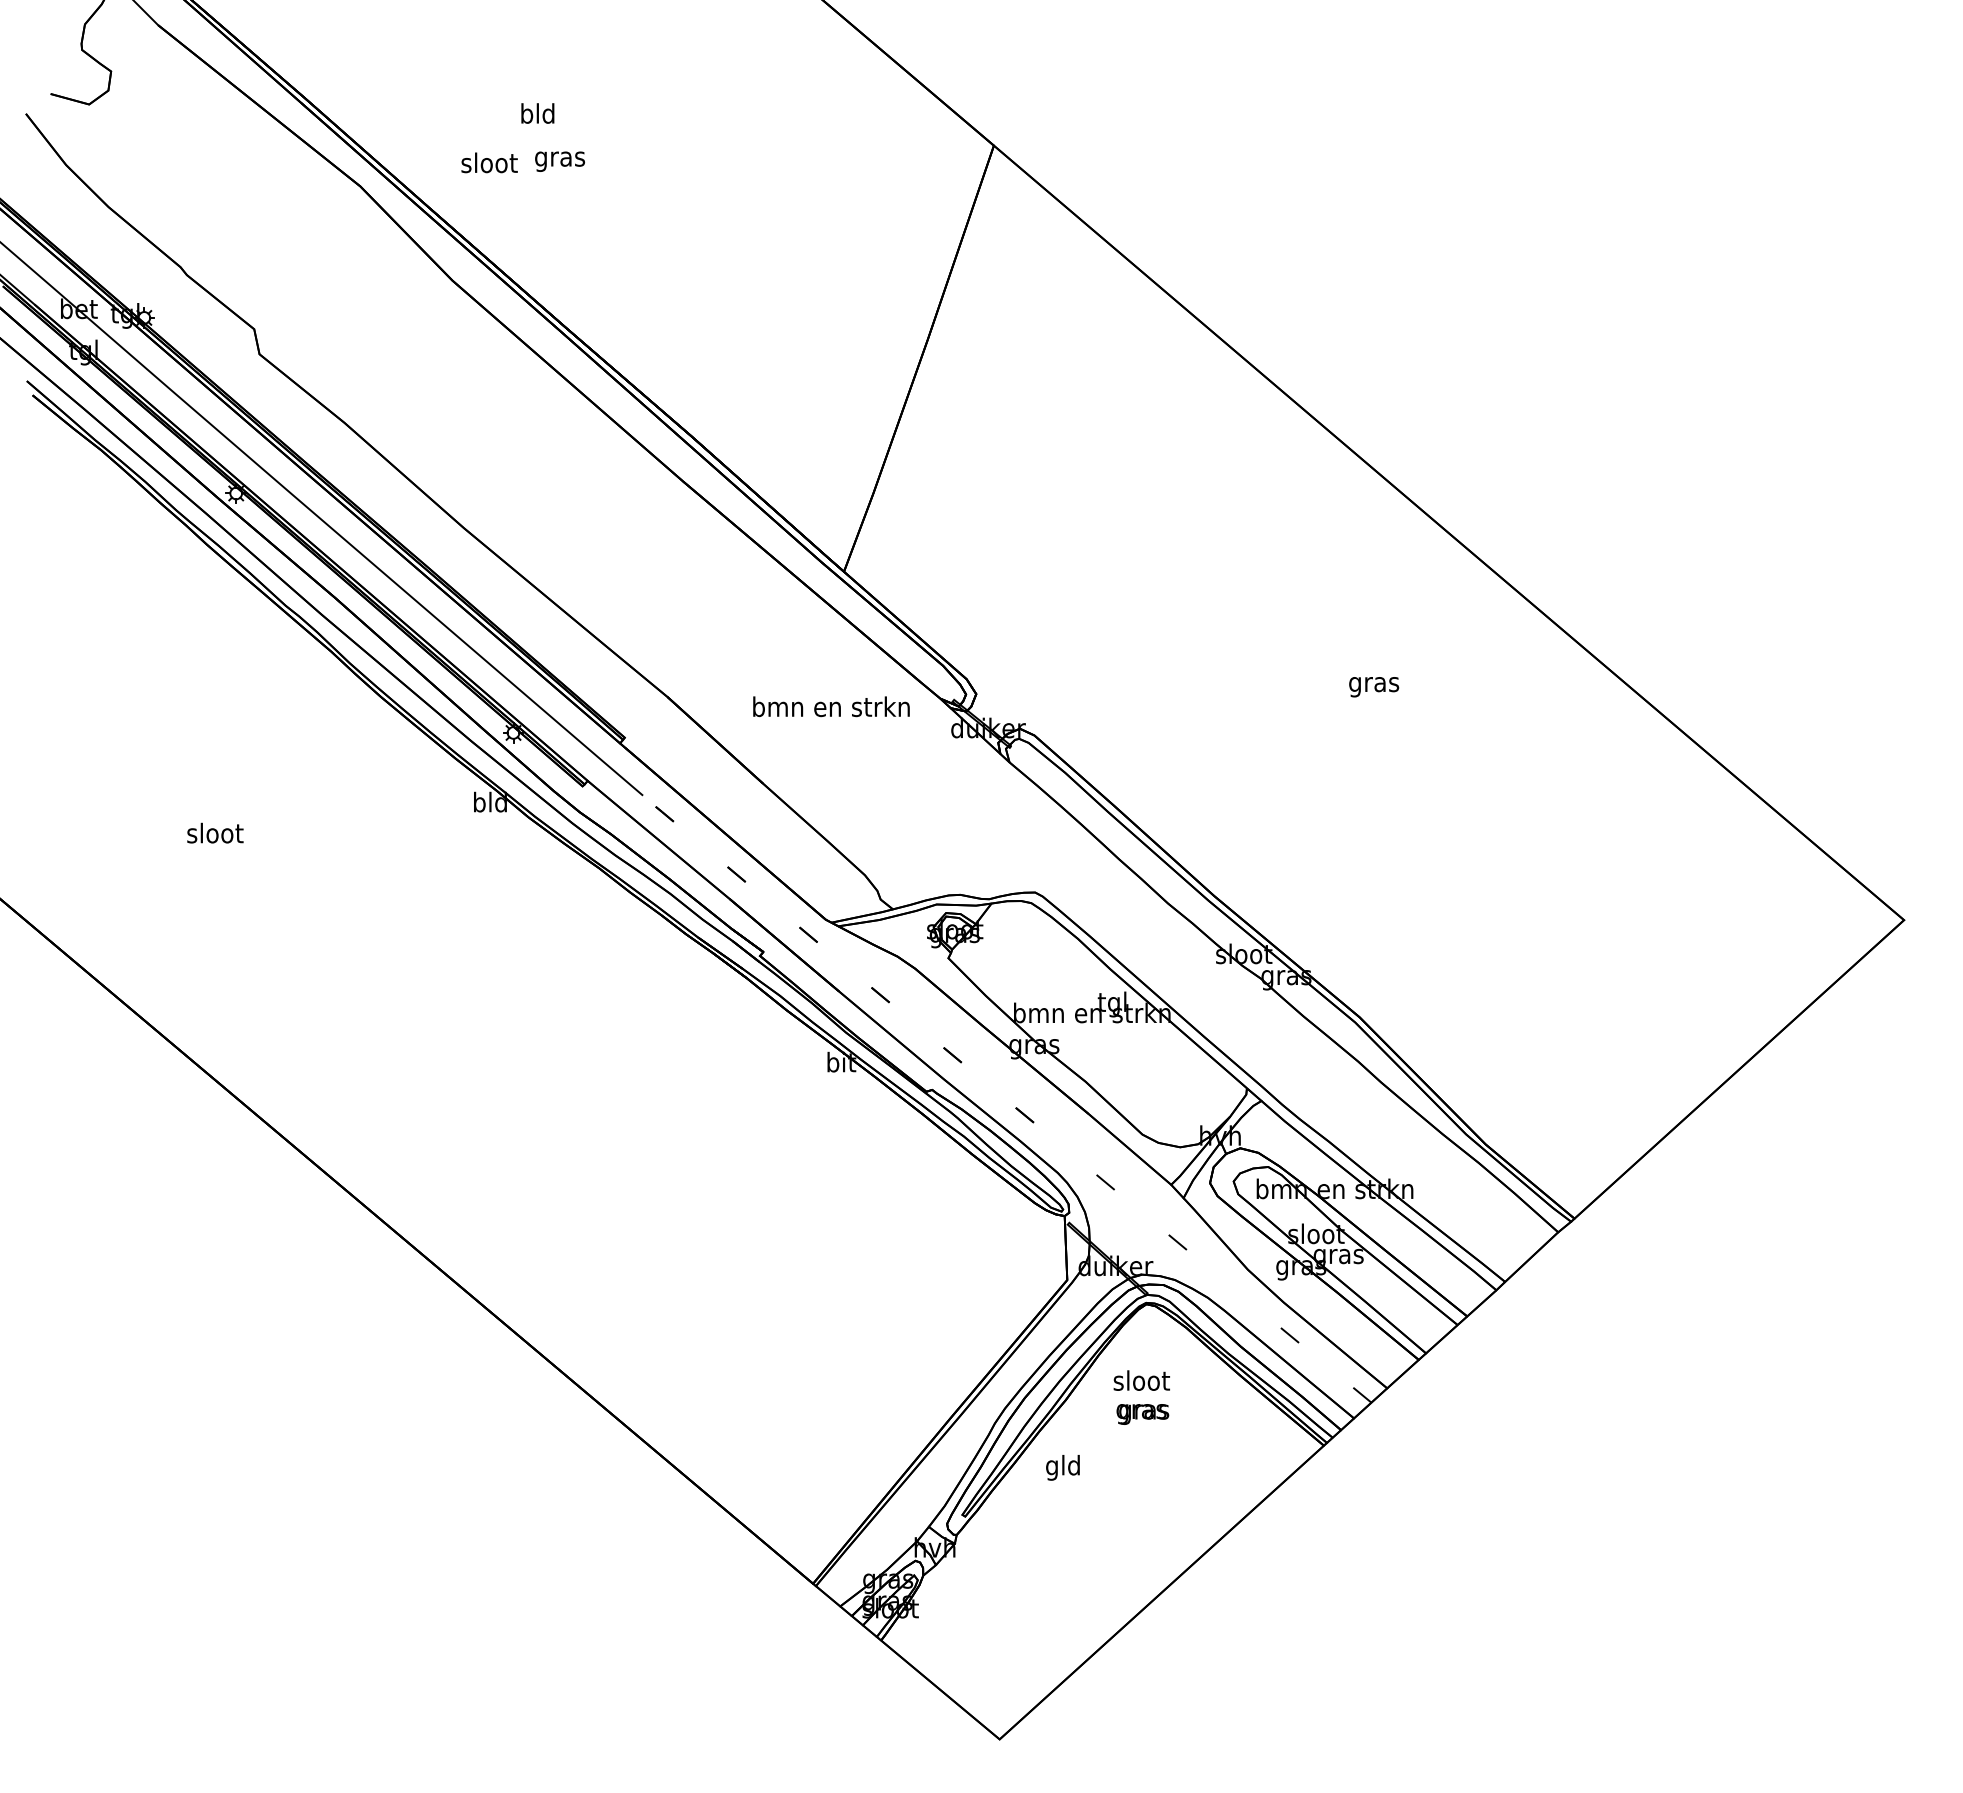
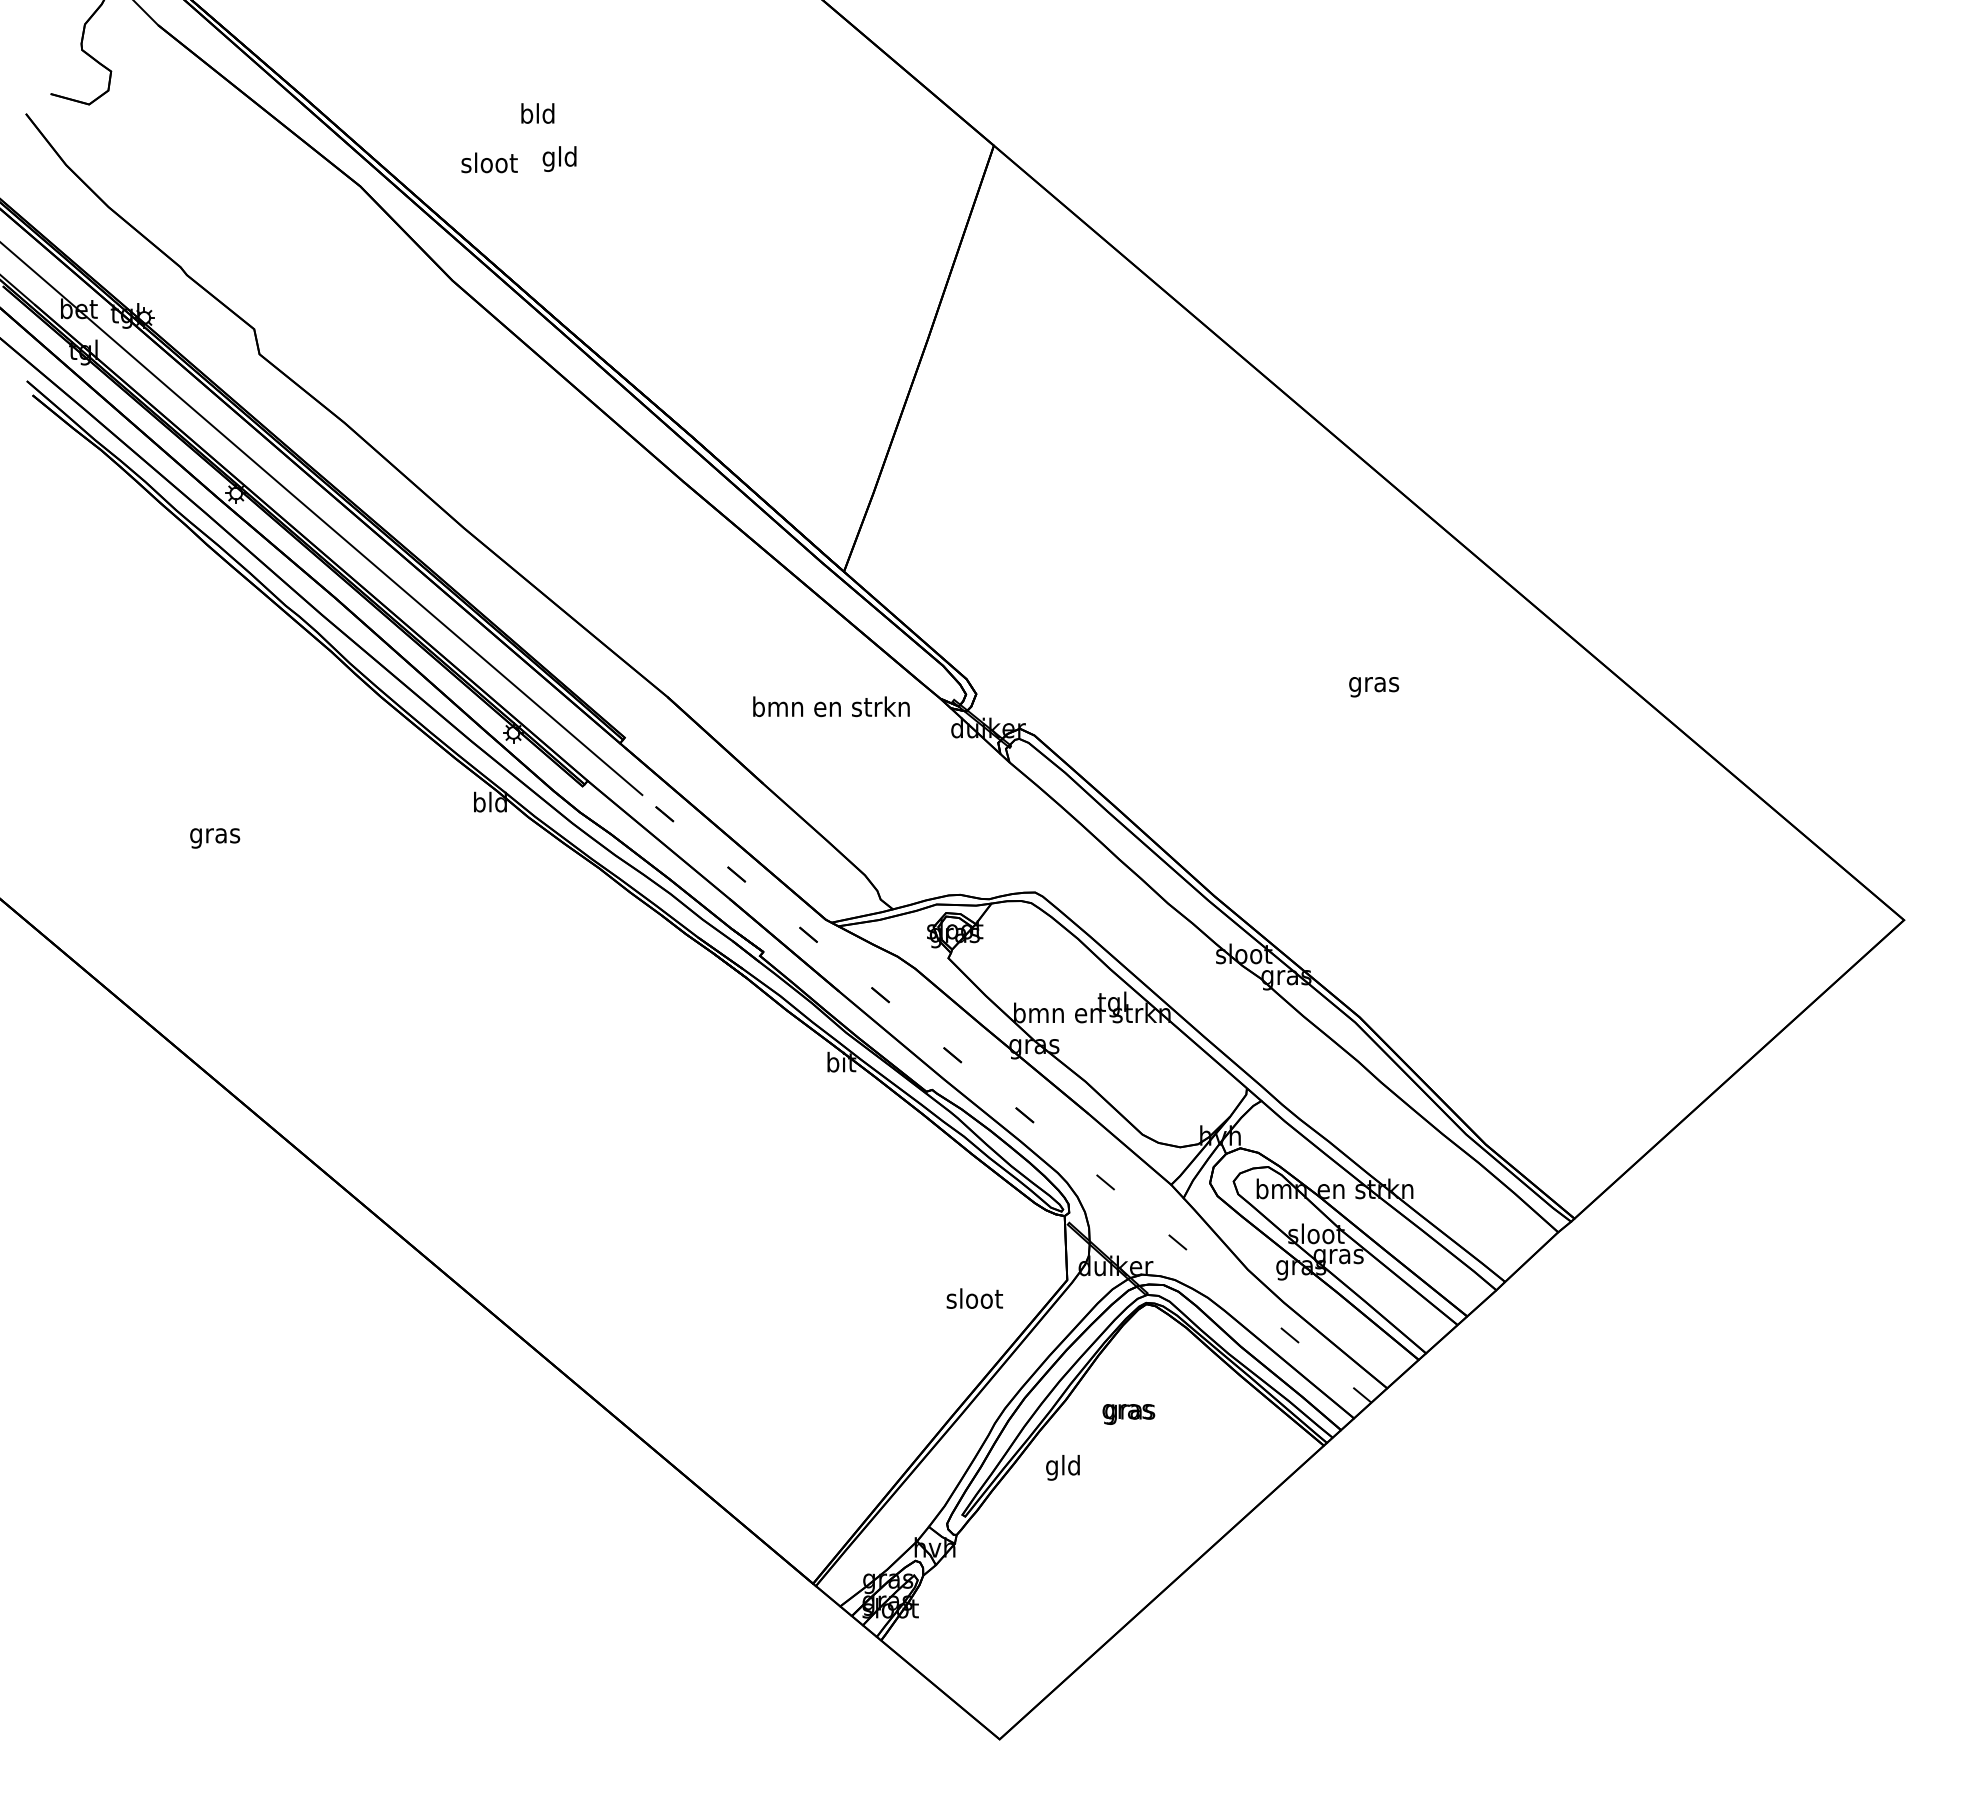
text at (560, 158): gras -> gld
text at (215, 835): sloot -> gras
text at (1141, 1380) position: (1141, 1380) -> (974, 1298)
text at (1142, 1414) position: (1142, 1414) -> (1128, 1414)
